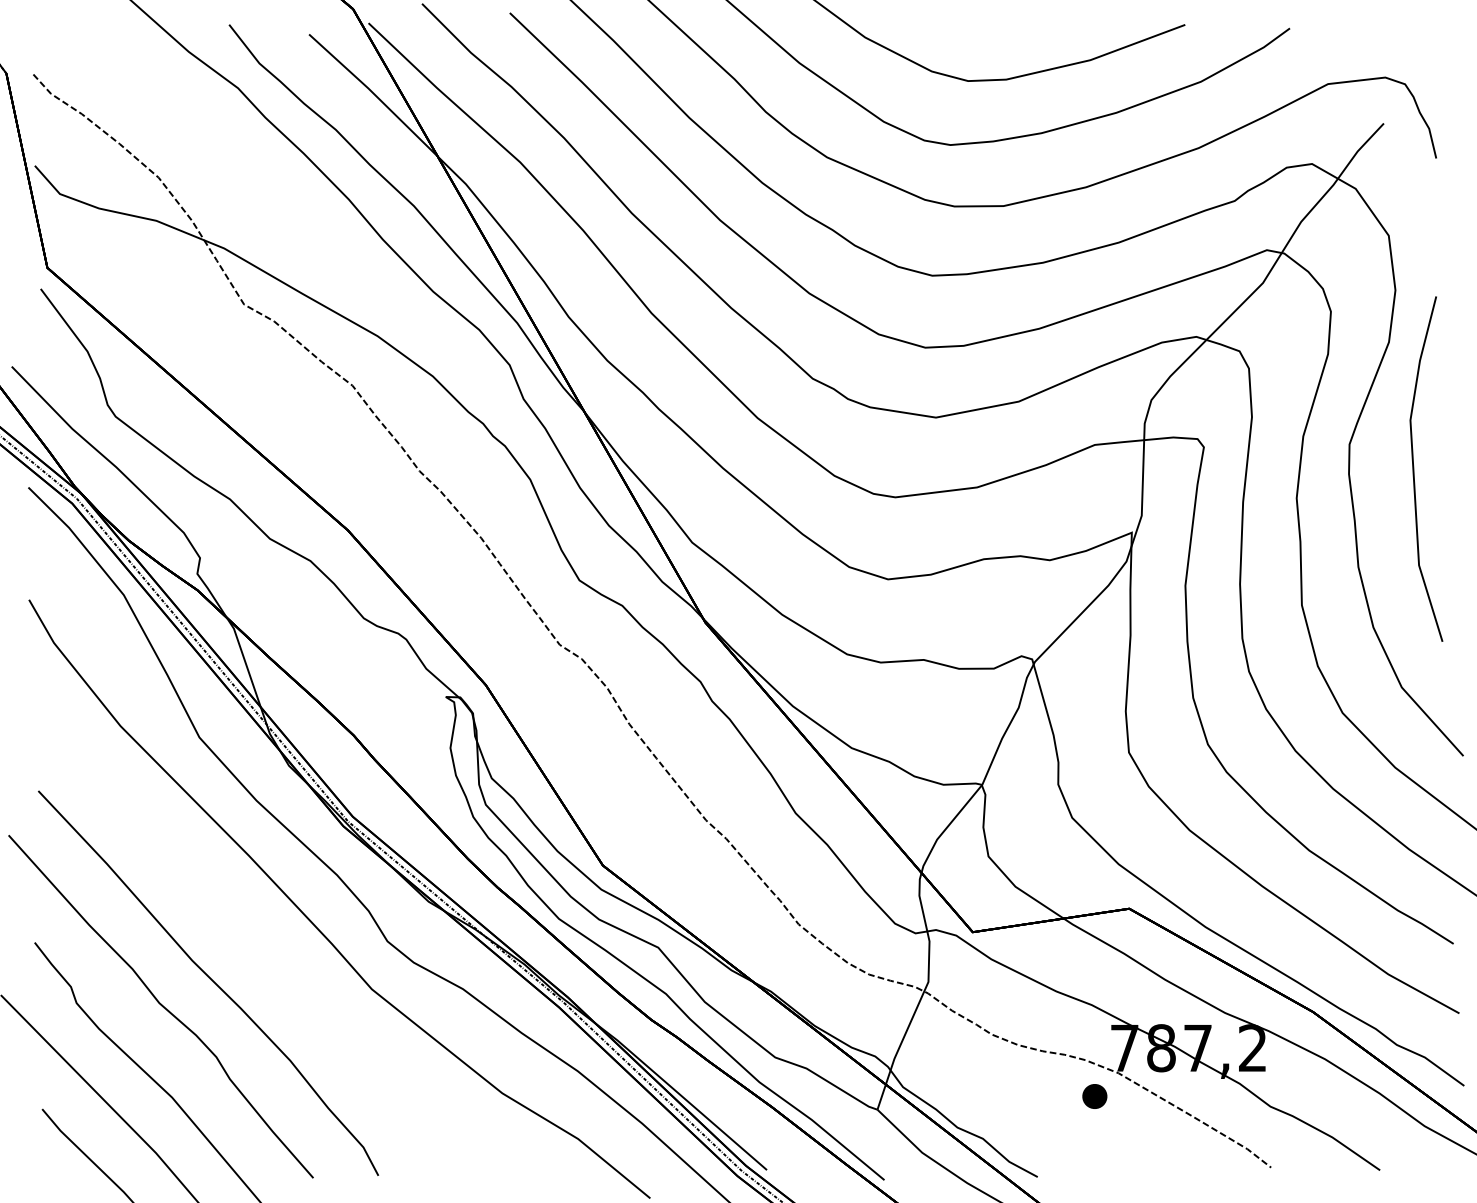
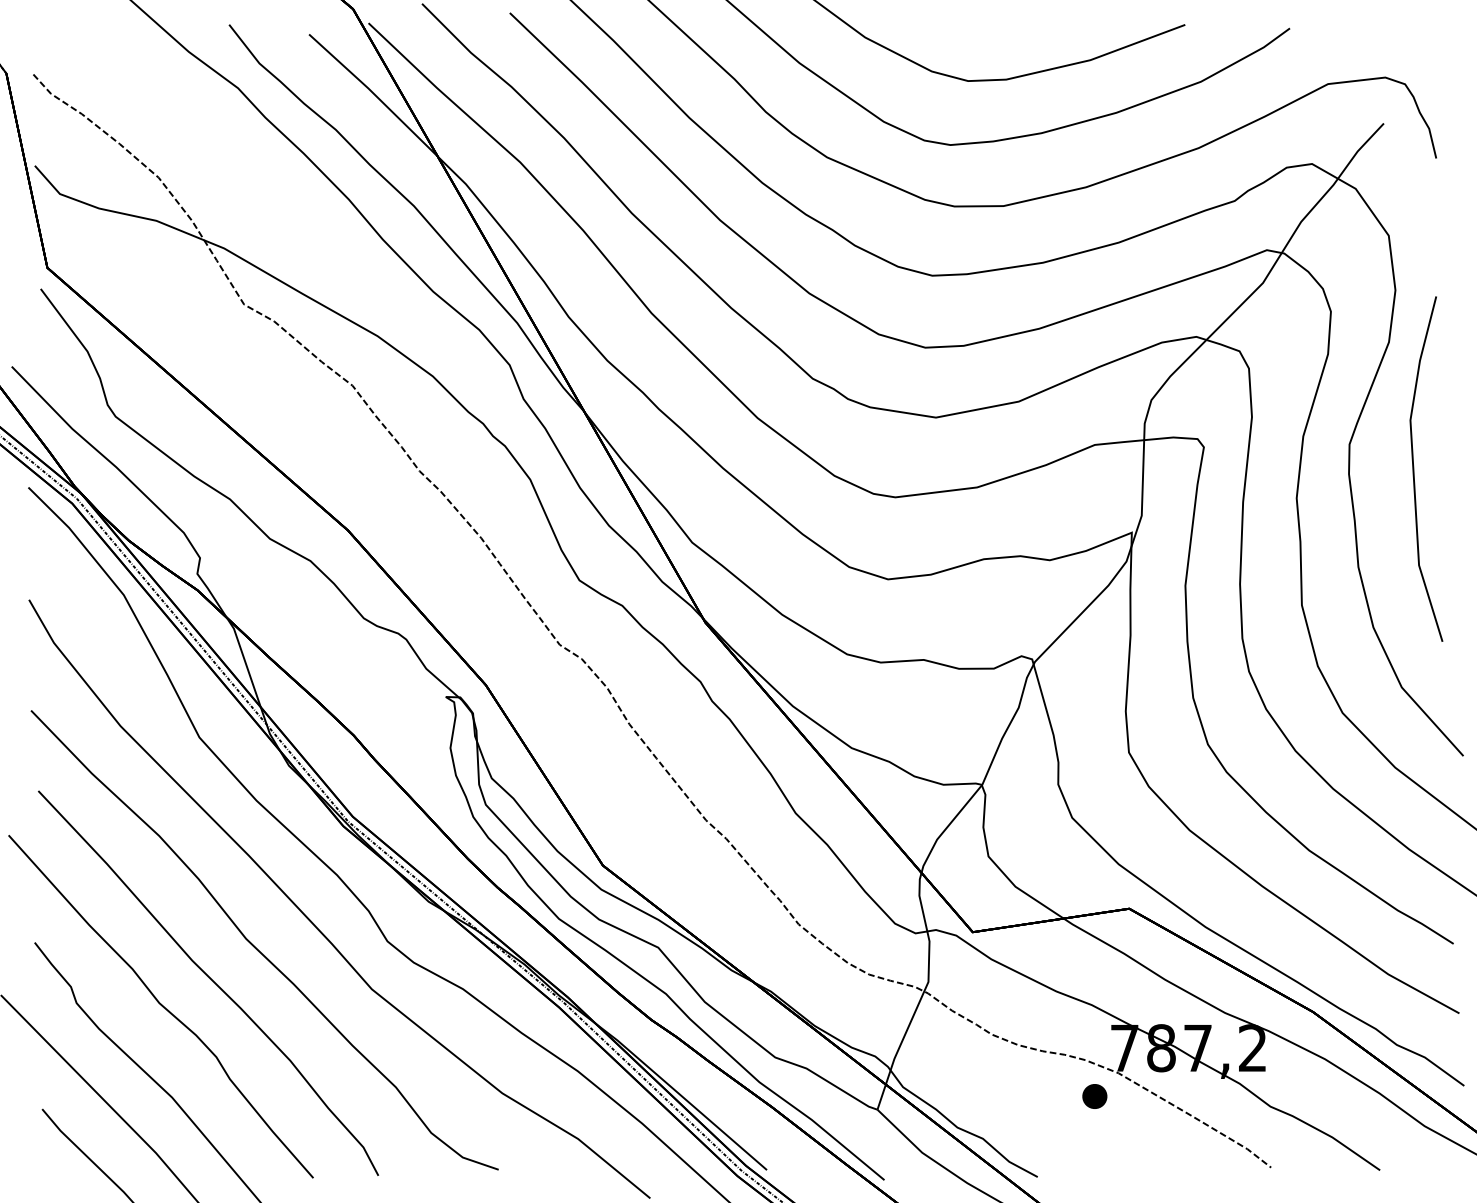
curve at (256, 947): none -> present
